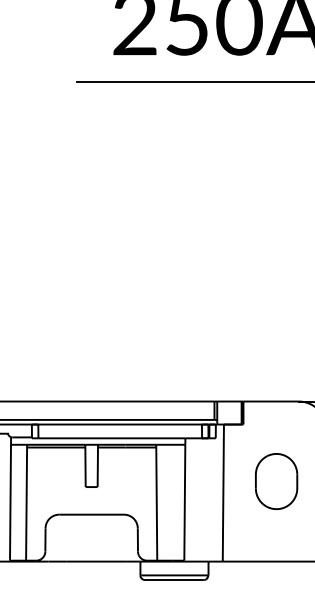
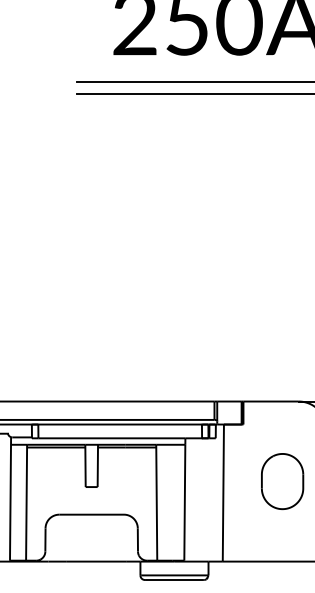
line at (193, 94): none -> present
part at (276, 481) position: (276, 481) -> (282, 481)
